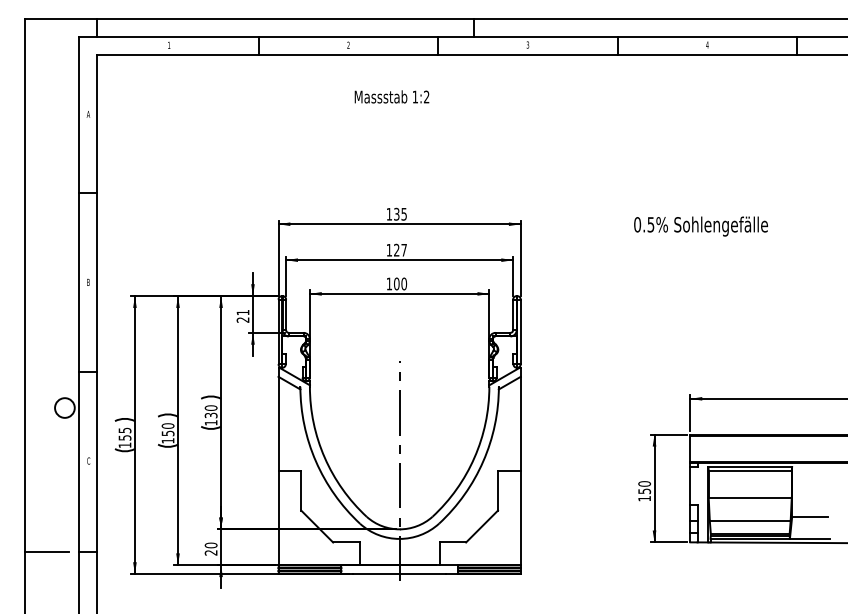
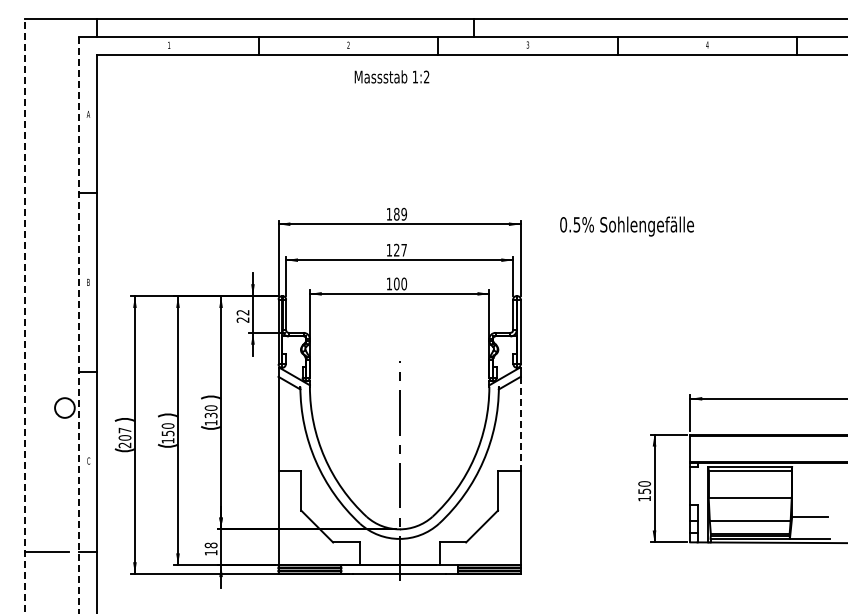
text at (391, 96) position: (391, 96) -> (391, 76)
text at (400, 213): 135 -> 189
text at (700, 226) position: (700, 226) -> (626, 226)
text at (242, 312): 21 -> 22
line at (25, 315): solid -> dashed
line at (79, 325): solid -> dashed
line at (520, 423): solid -> dashed
text at (124, 437): 155 -> 207
text at (210, 548): 20 -> 18
